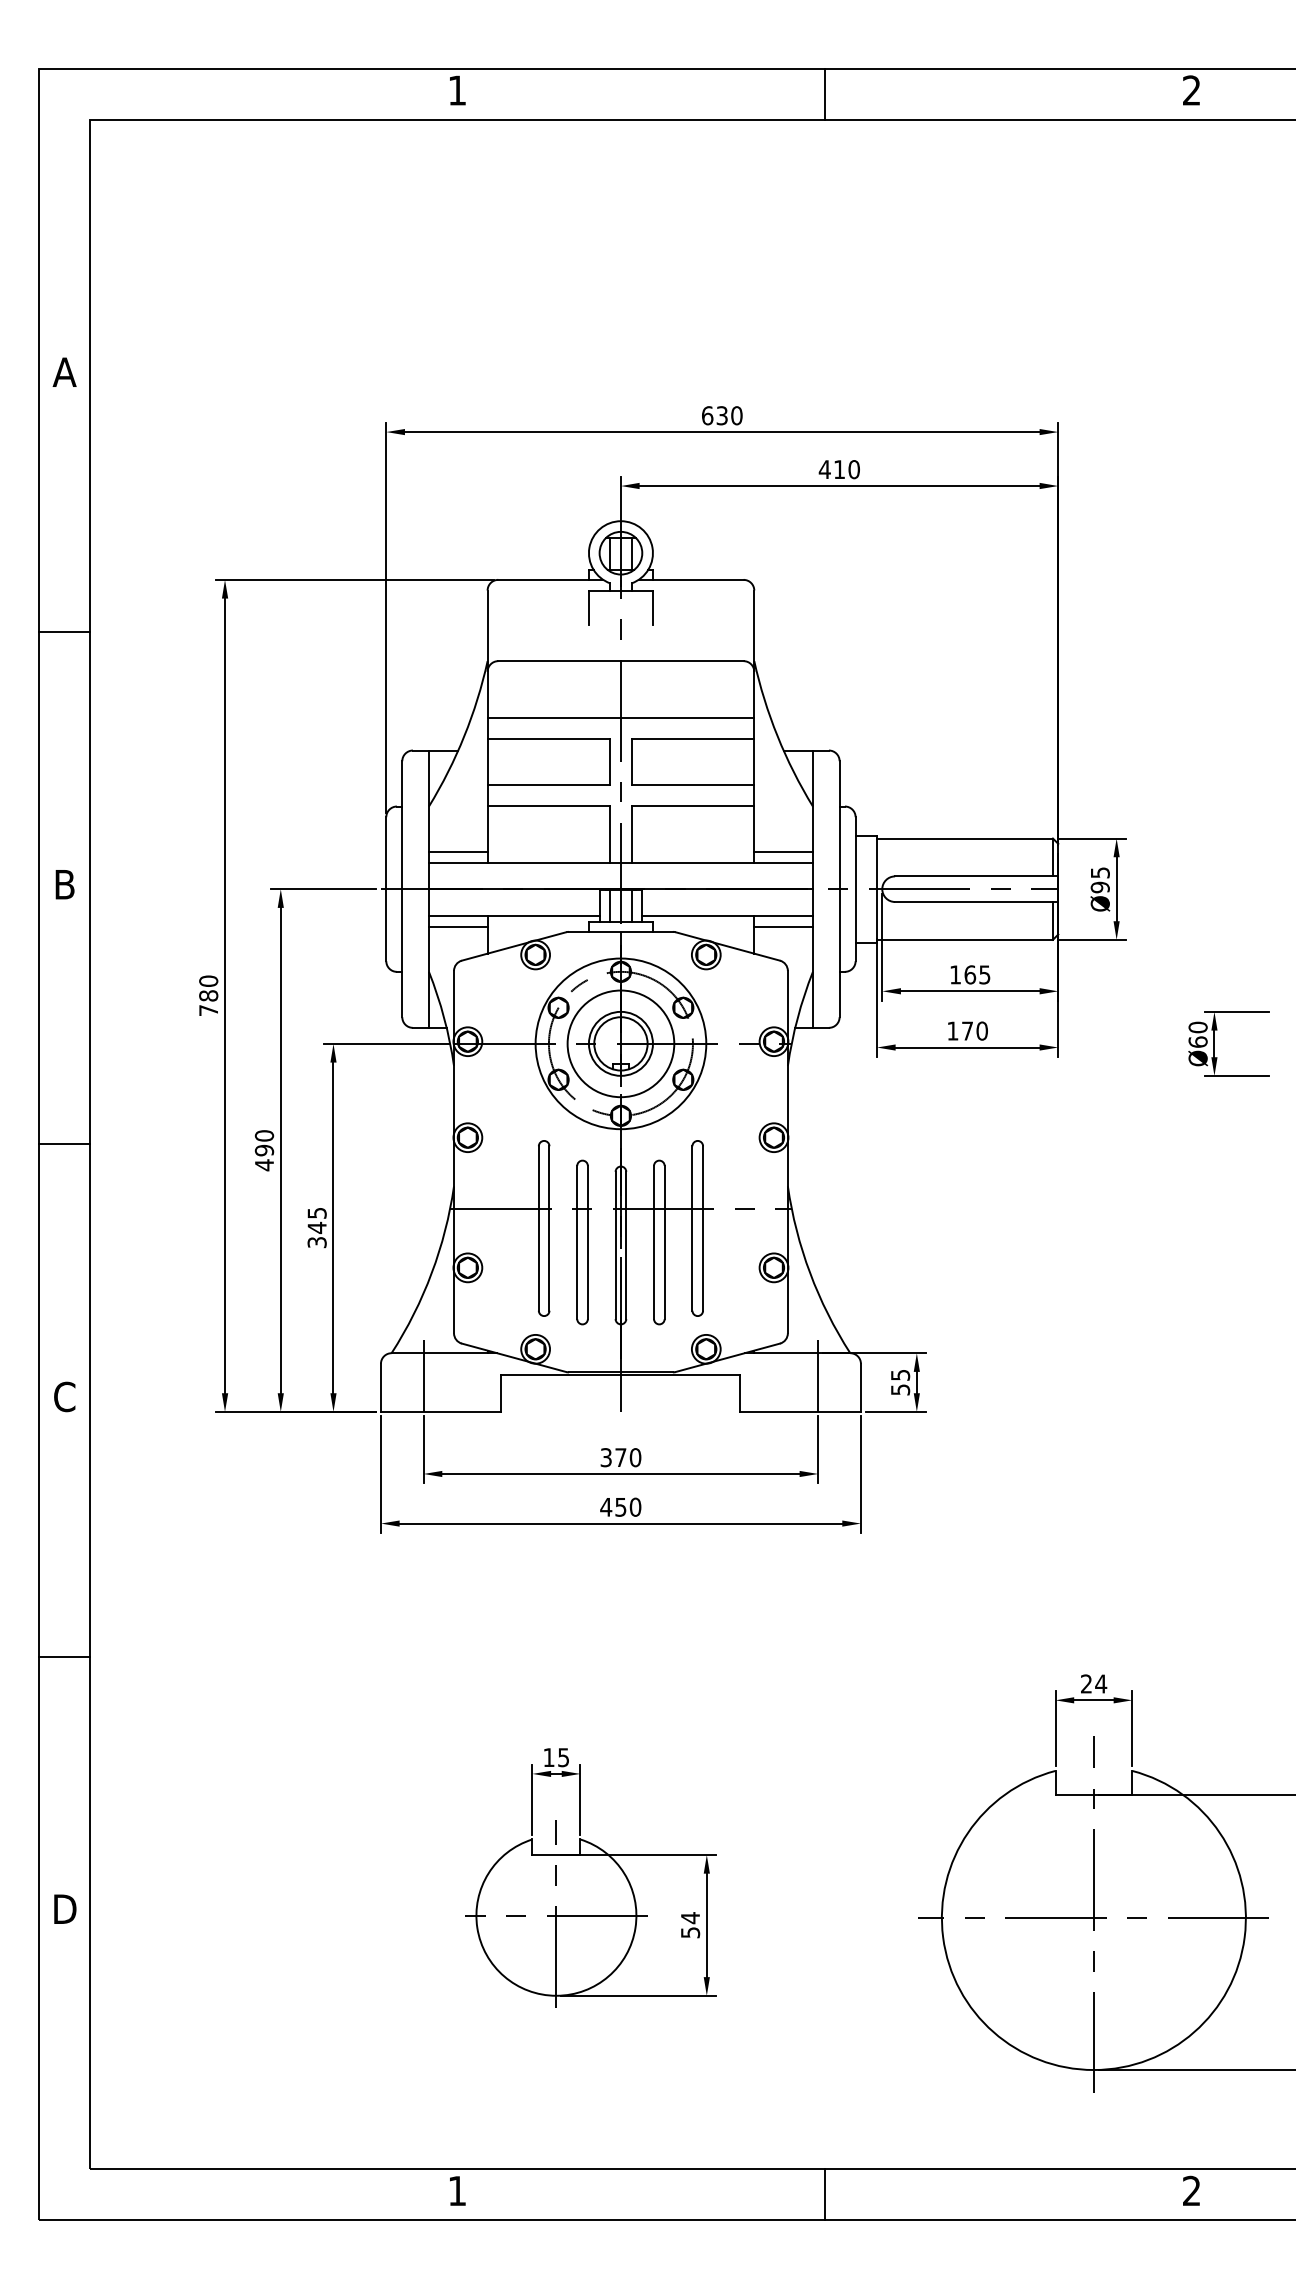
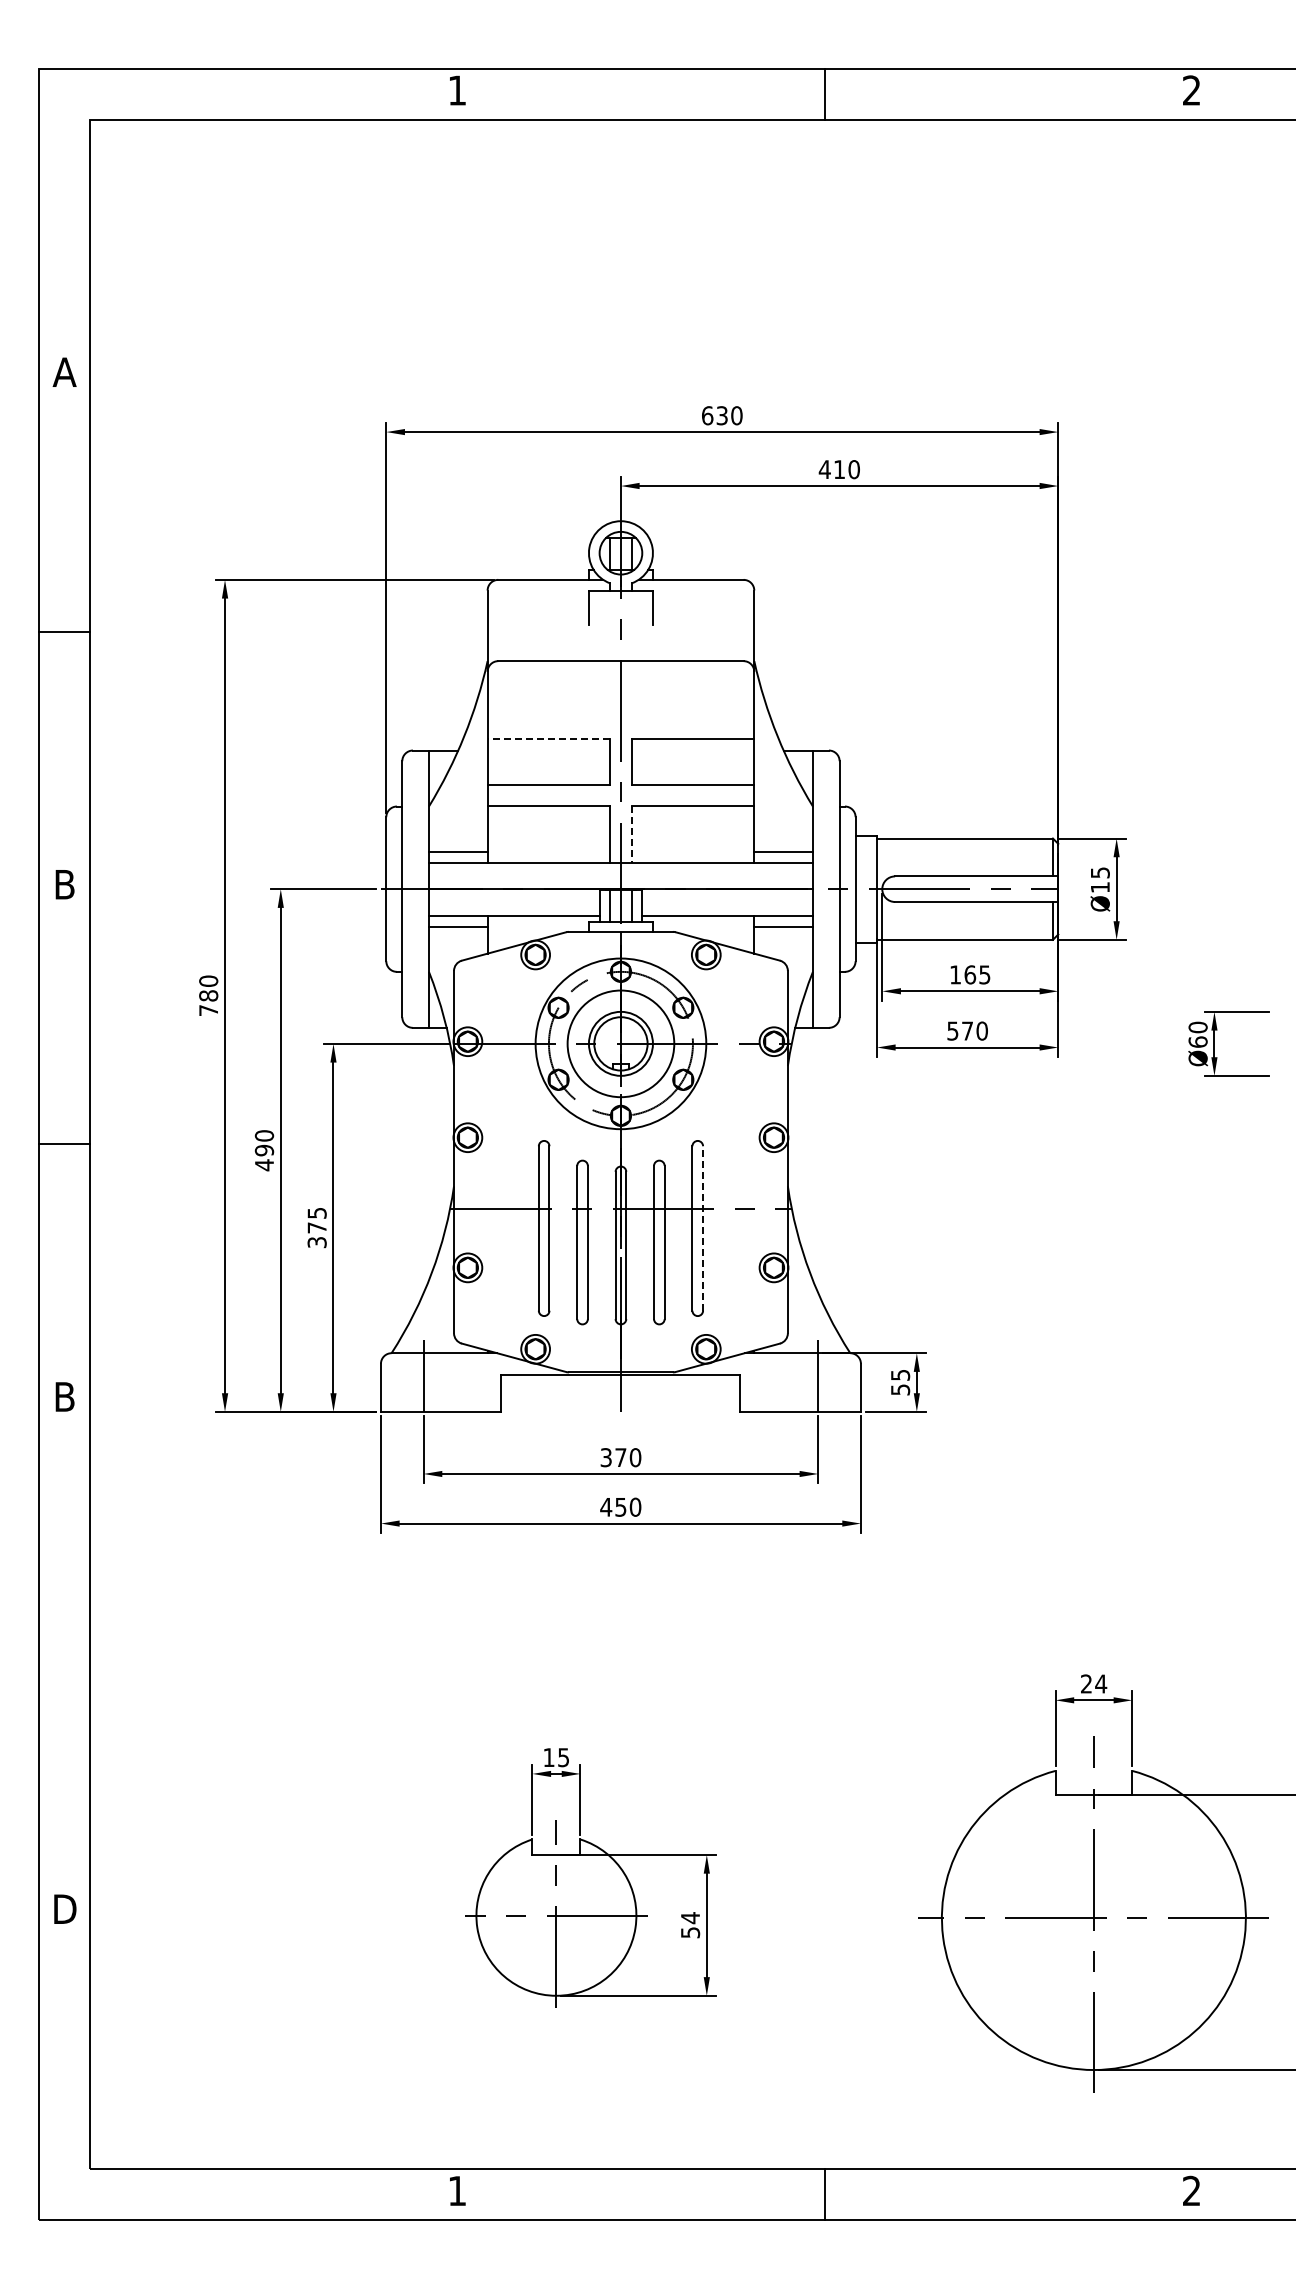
line at (620, 717): present -> none
line at (548, 739): solid -> dashed
line at (631, 834): solid -> dashed
text at (1099, 887): Ø95 -> Ø15
text at (952, 1030): 170 -> 570
text at (316, 1227): 345 -> 375
line at (703, 1228): solid -> dashed
text at (64, 1396): C -> B
line at (64, 1656): present -> none
